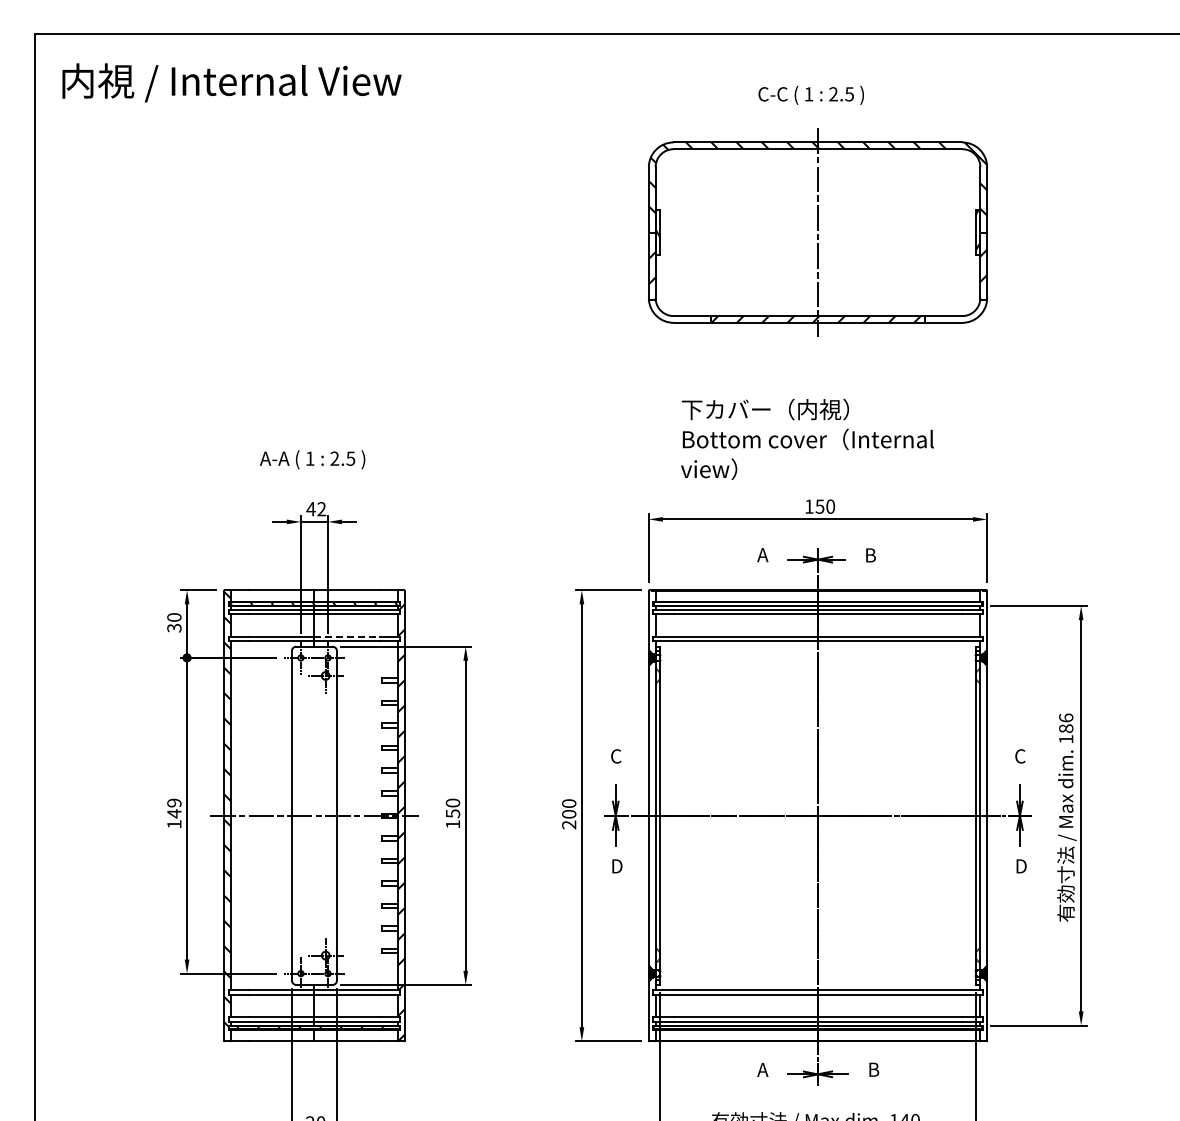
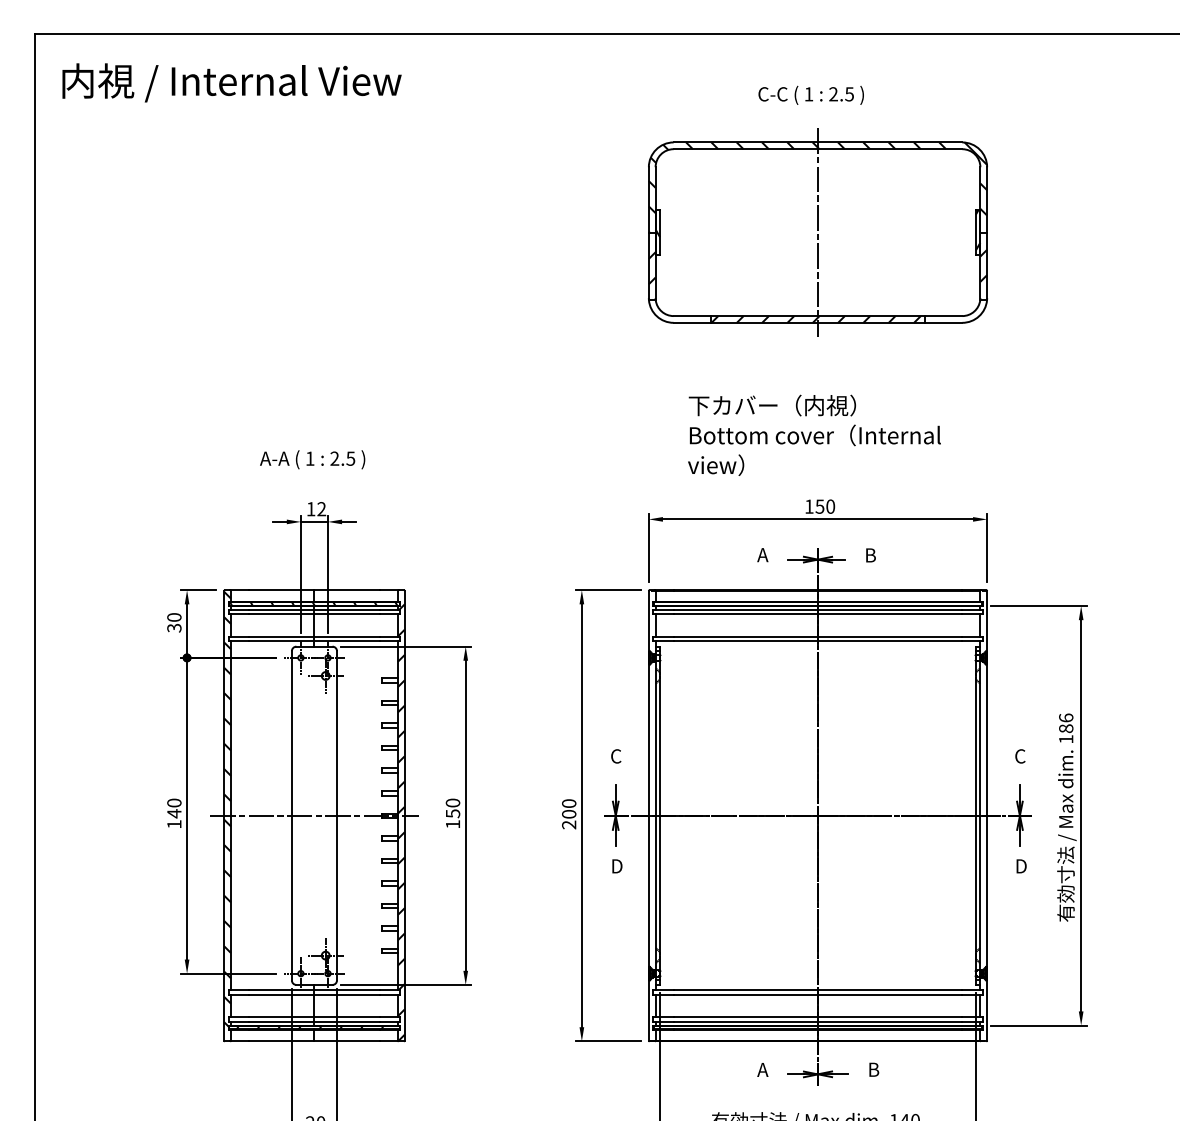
text at (807, 438) position: (807, 438) -> (814, 434)
text at (310, 509): 42 -> 12
line at (347, 636): dashed -> solid
text at (174, 802): 149 -> 140
